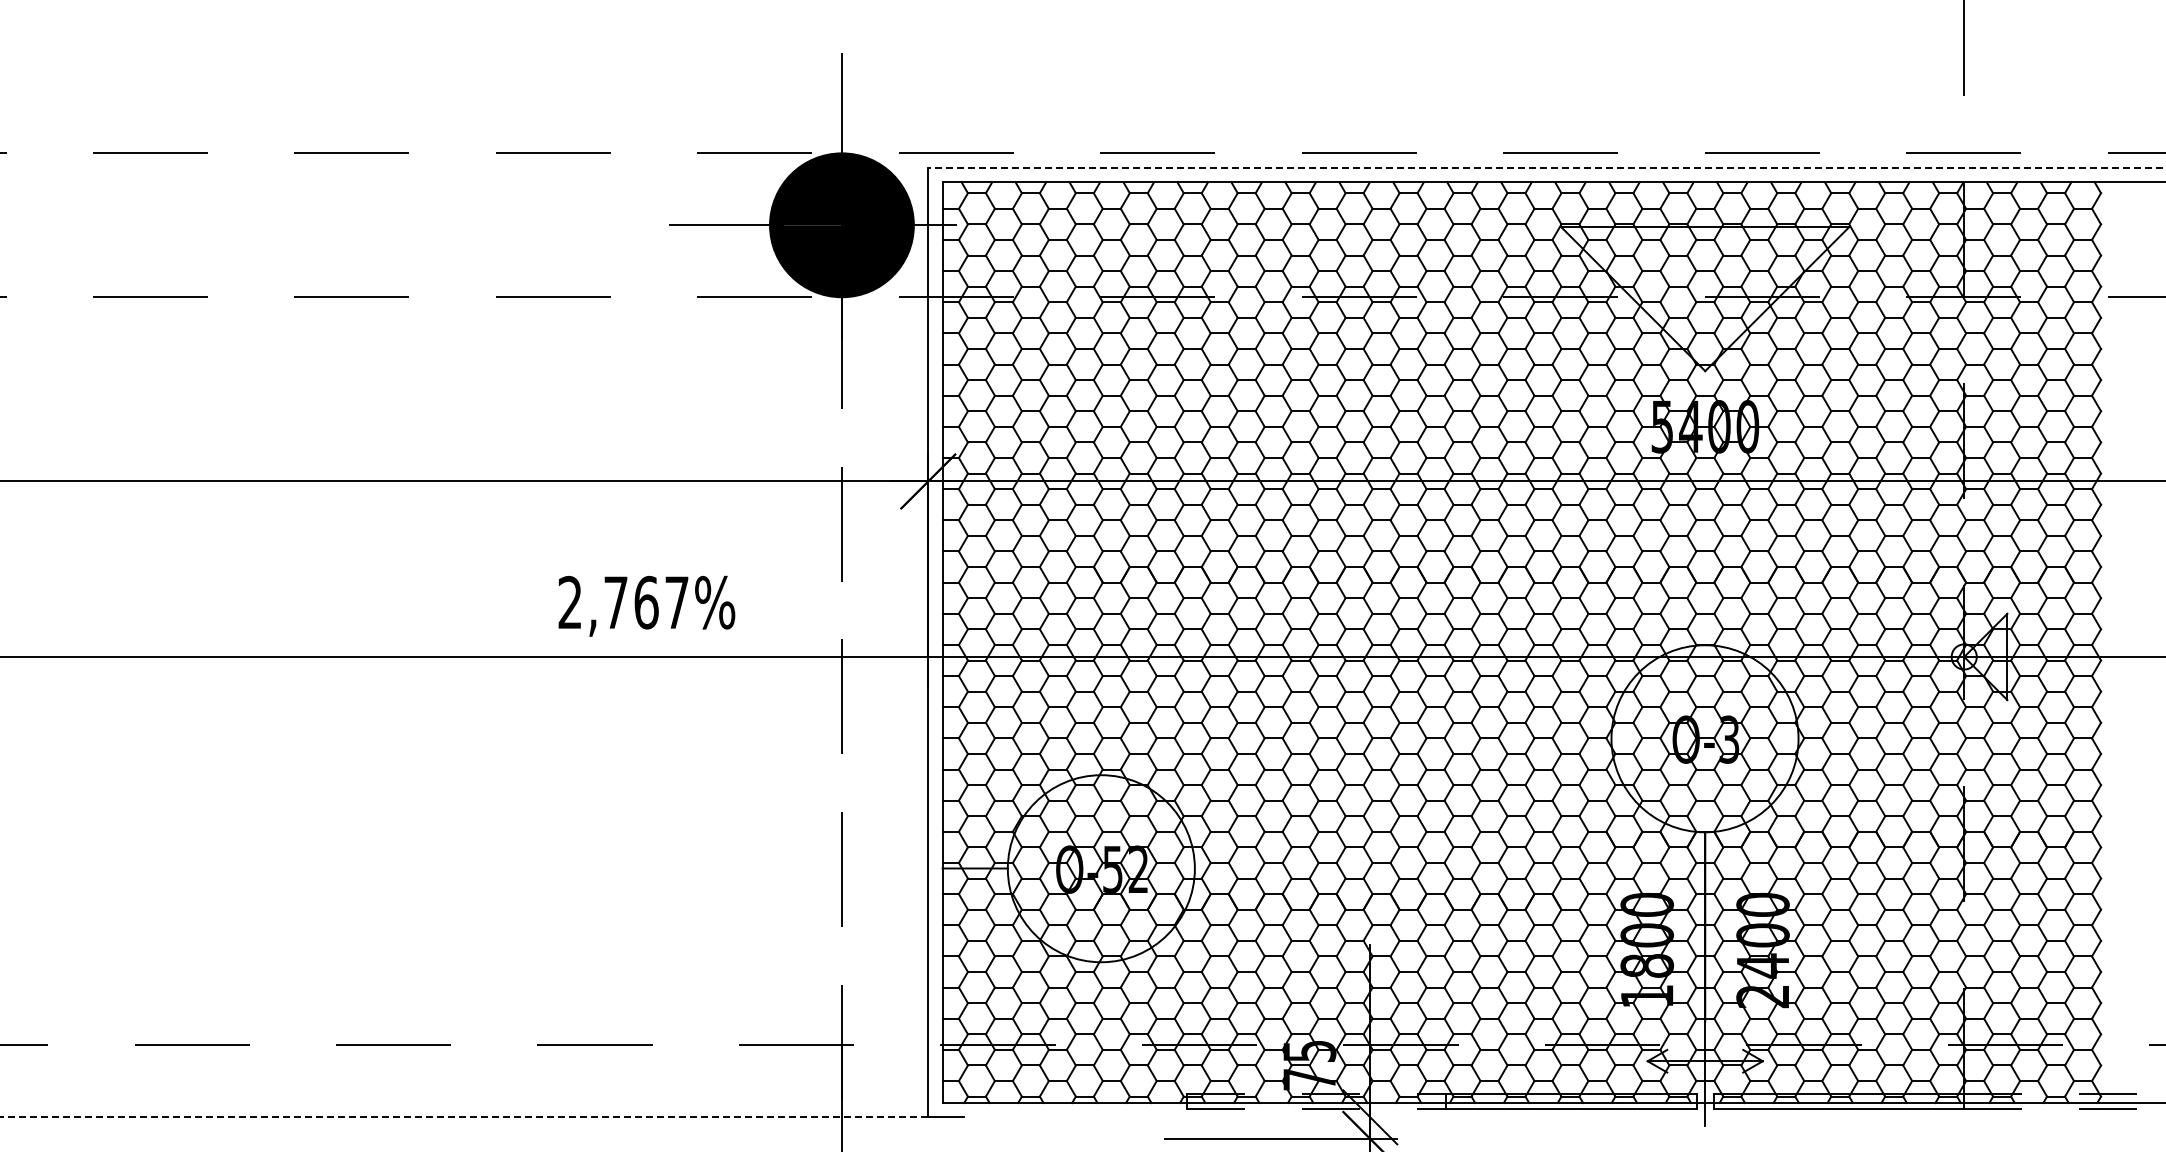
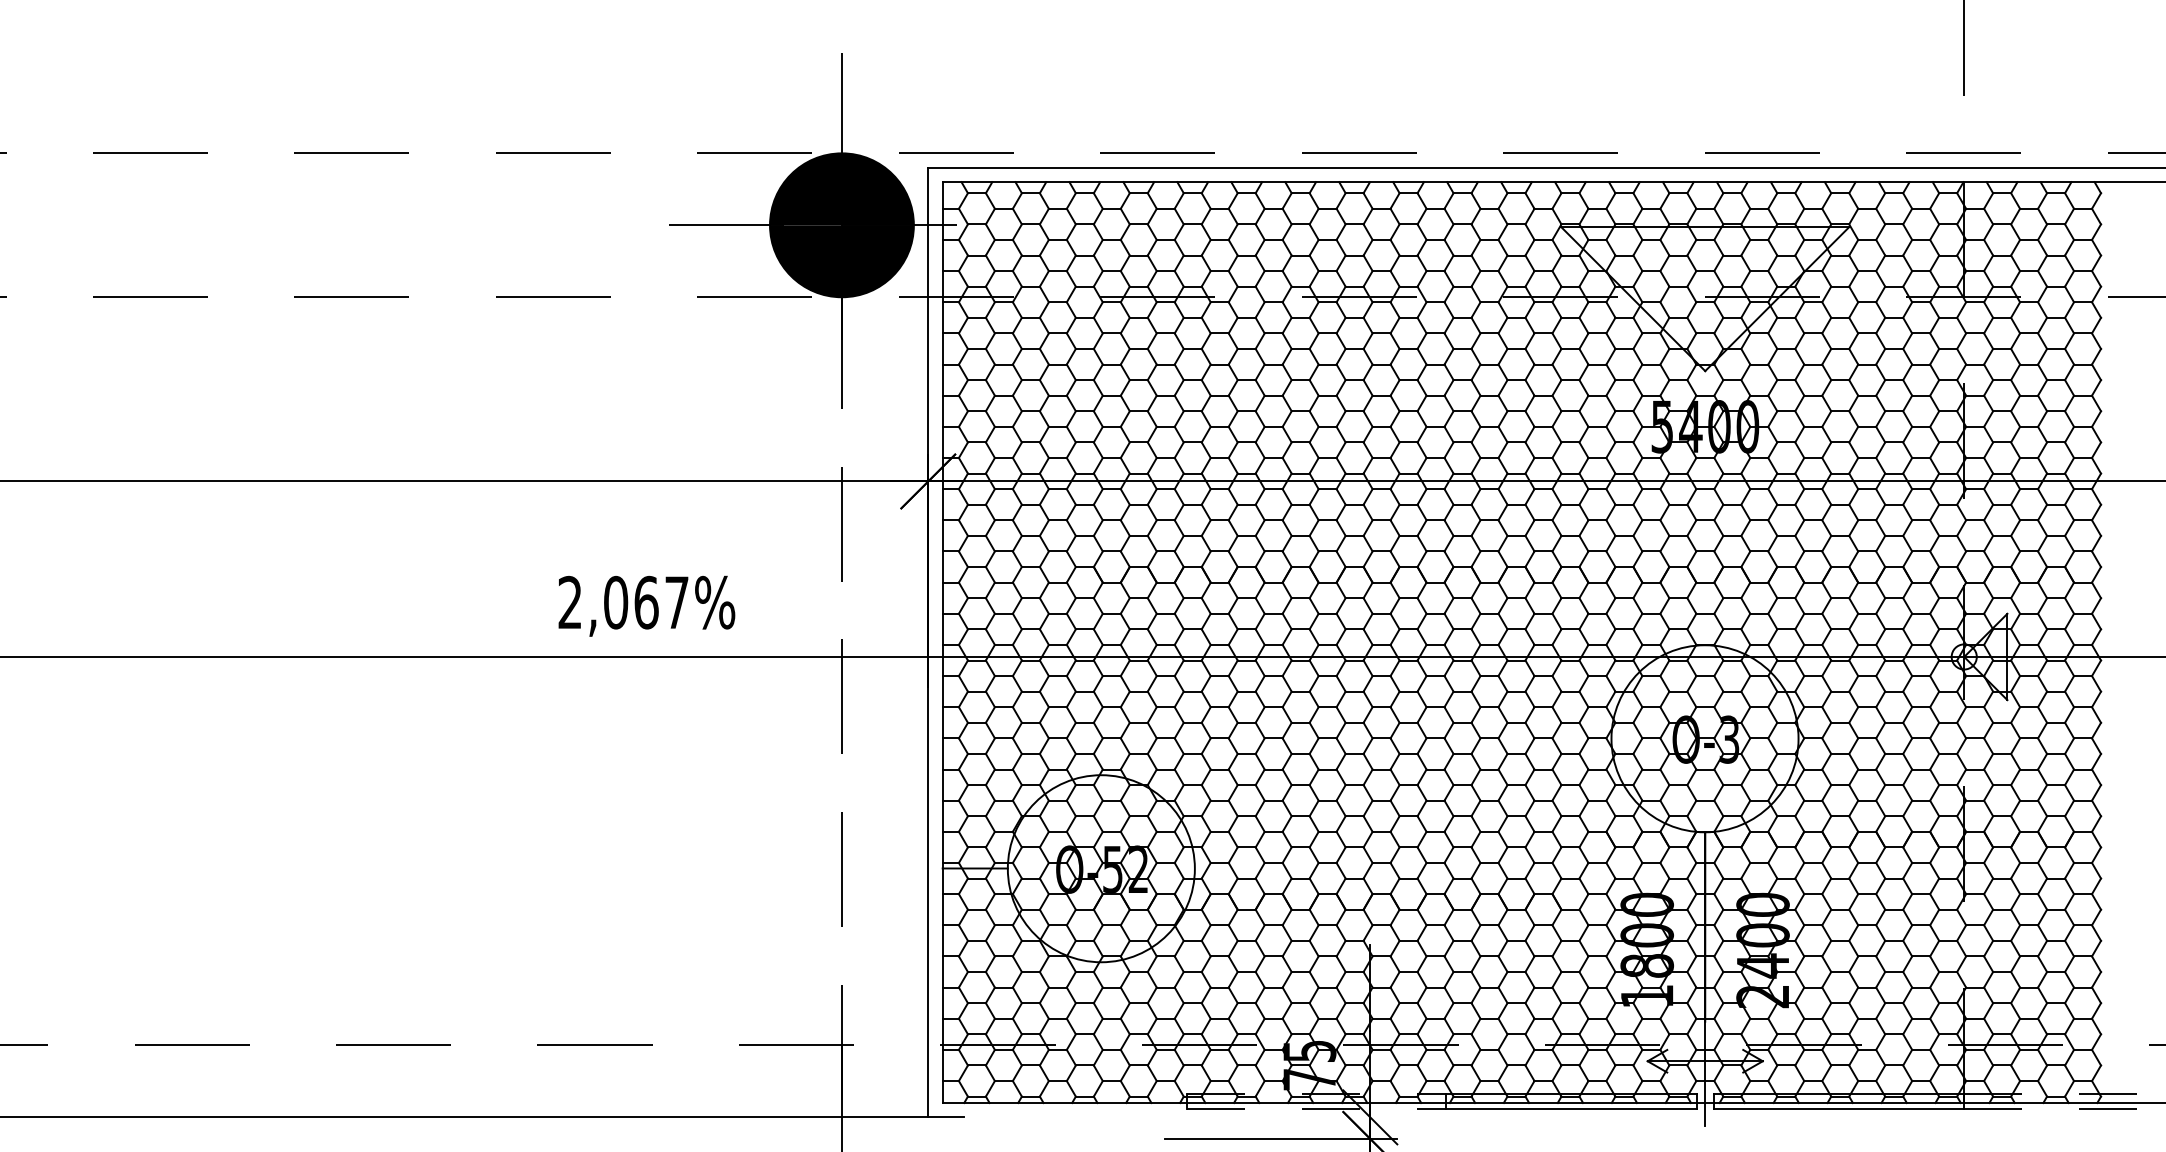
line at (1546, 167): dashed -> solid
text at (616, 602): 2,767% -> 2,067%
line at (464, 1117): dashed -> solid
